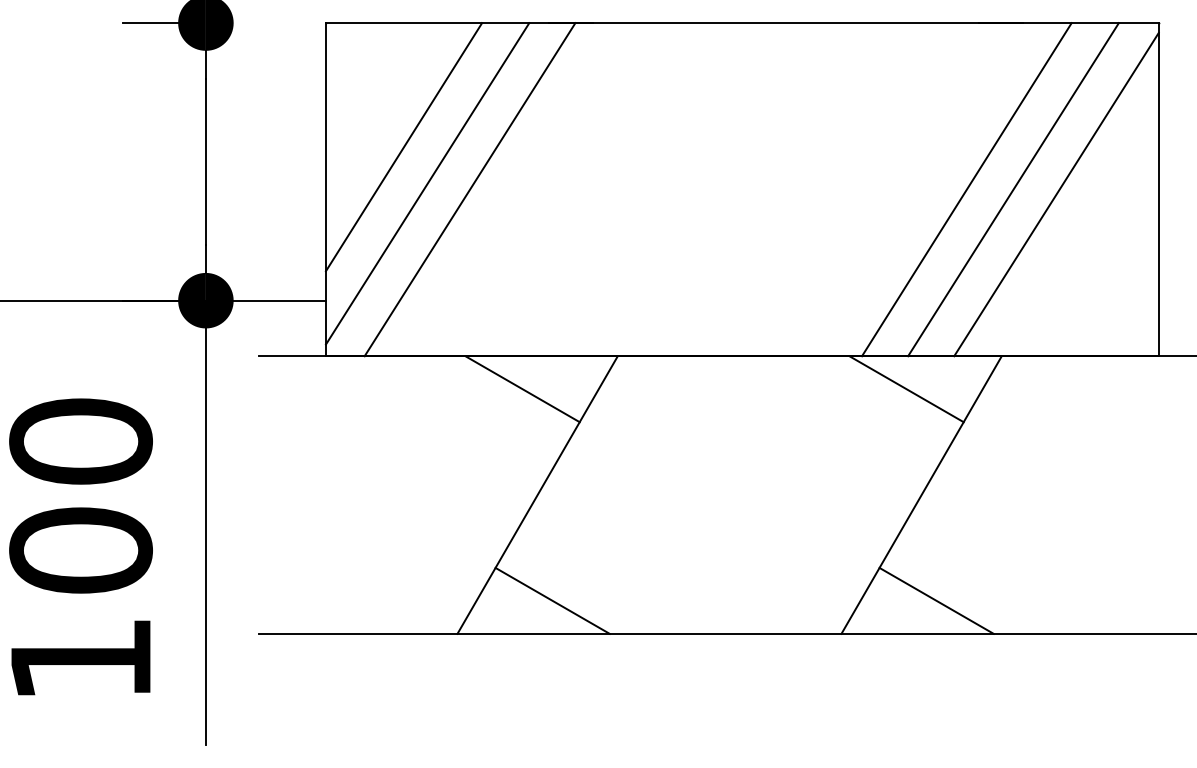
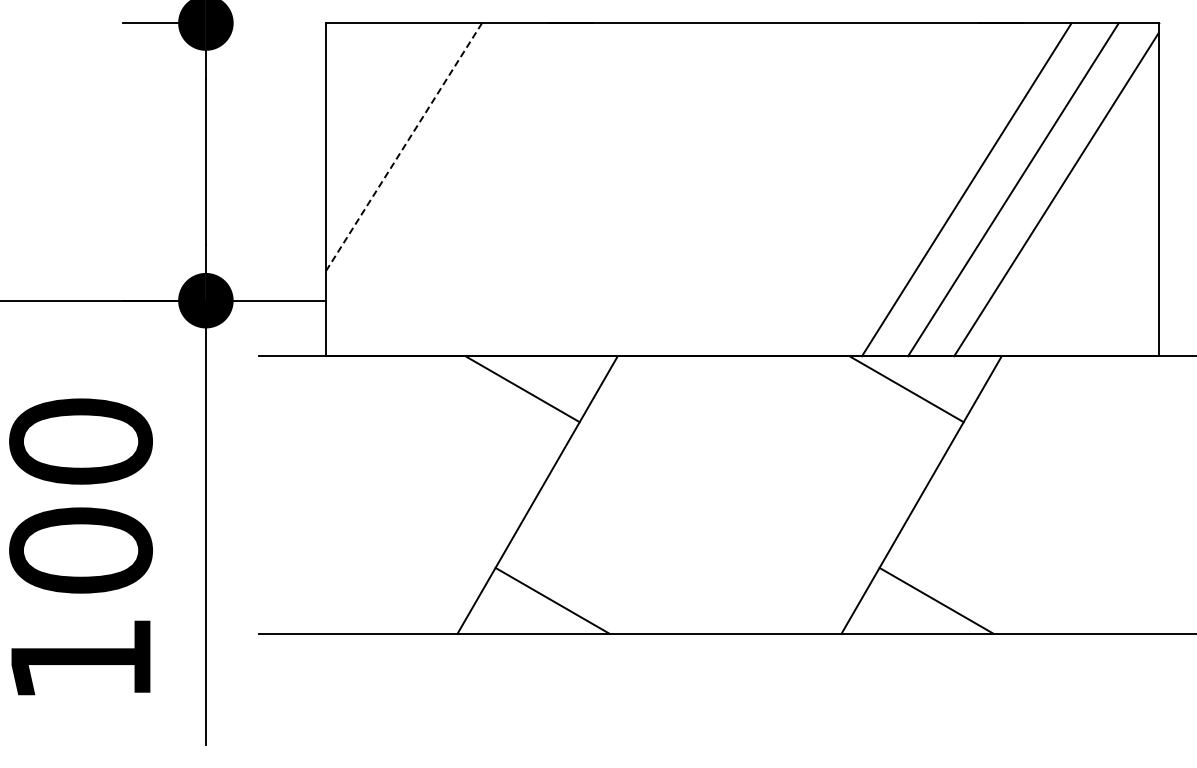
line at (404, 147): solid -> dashed
line at (427, 183): present -> none
line at (469, 189): present -> none
